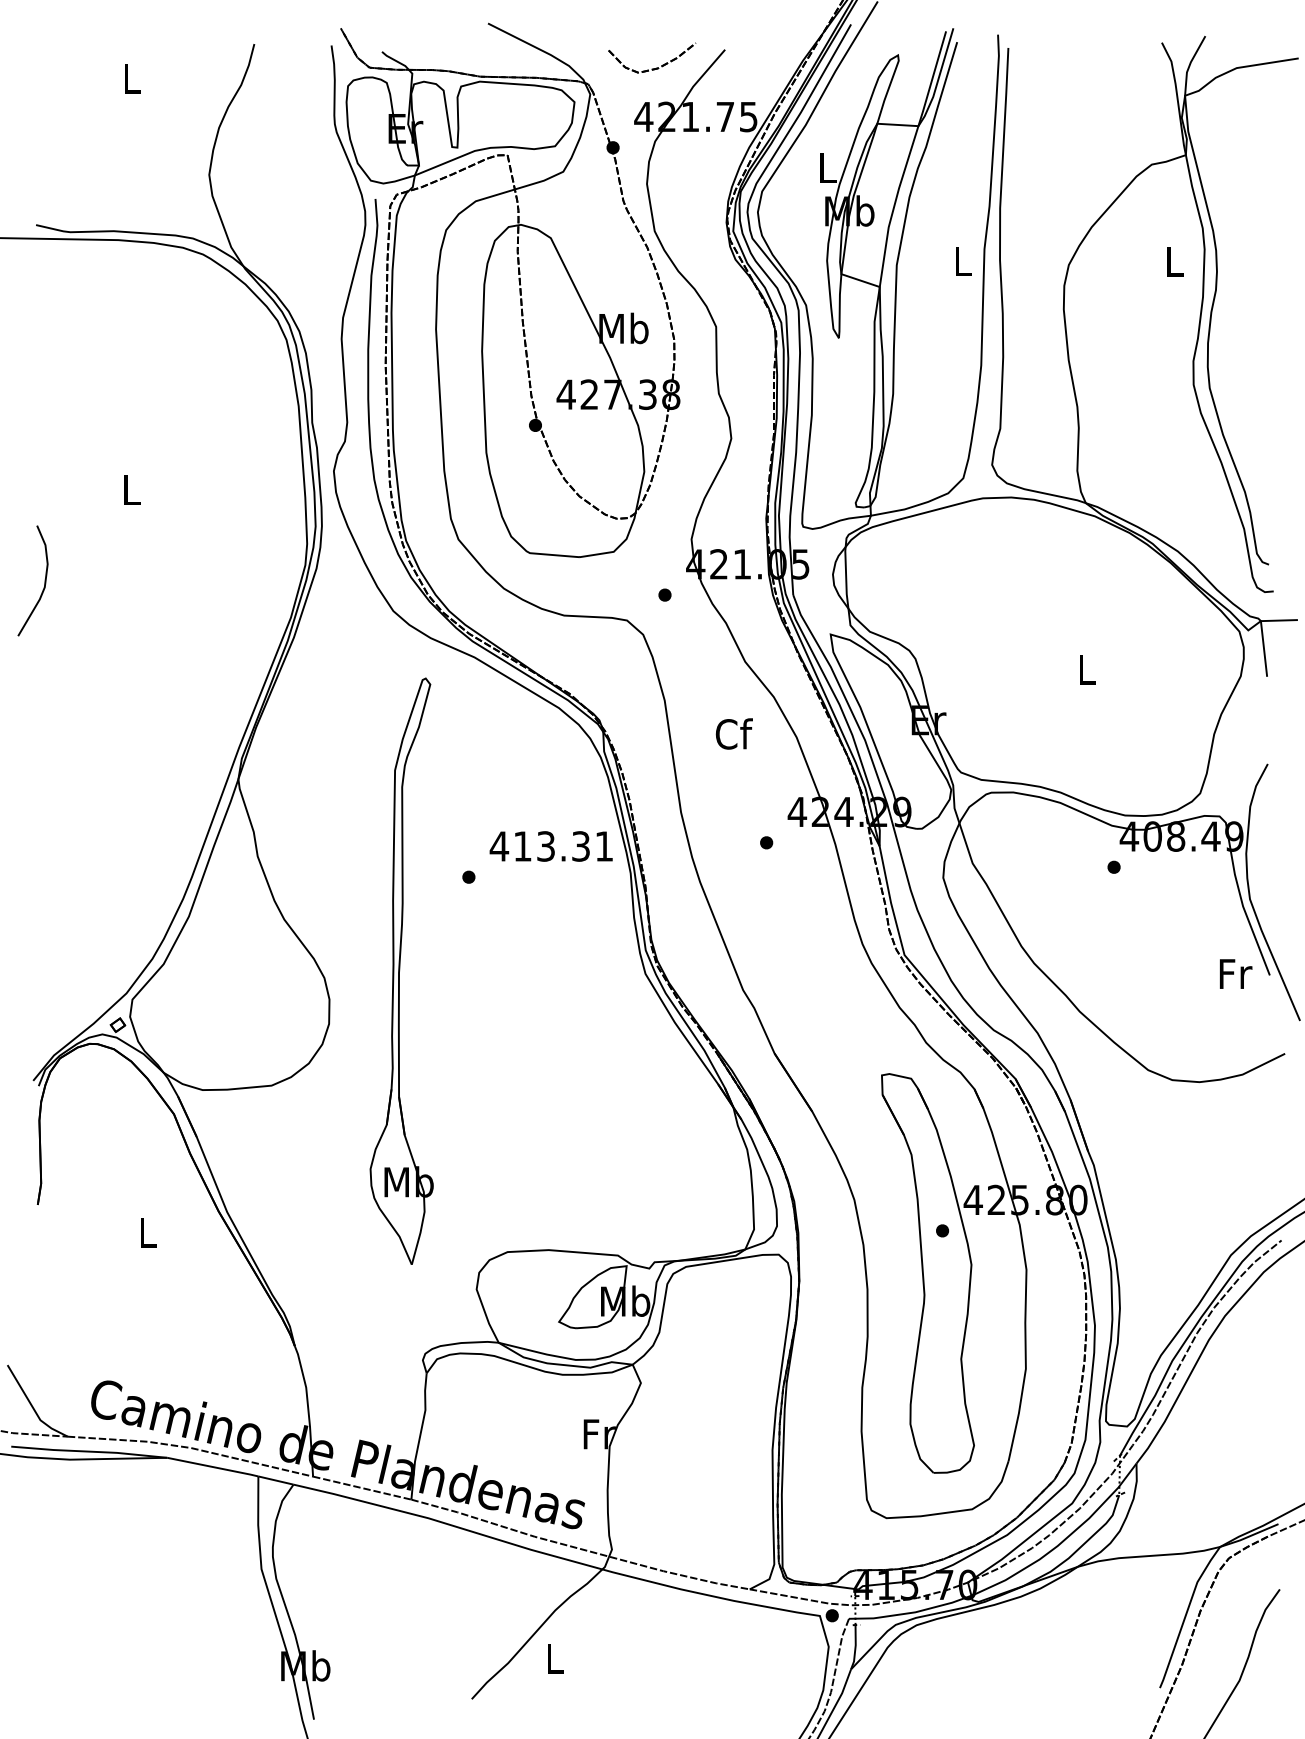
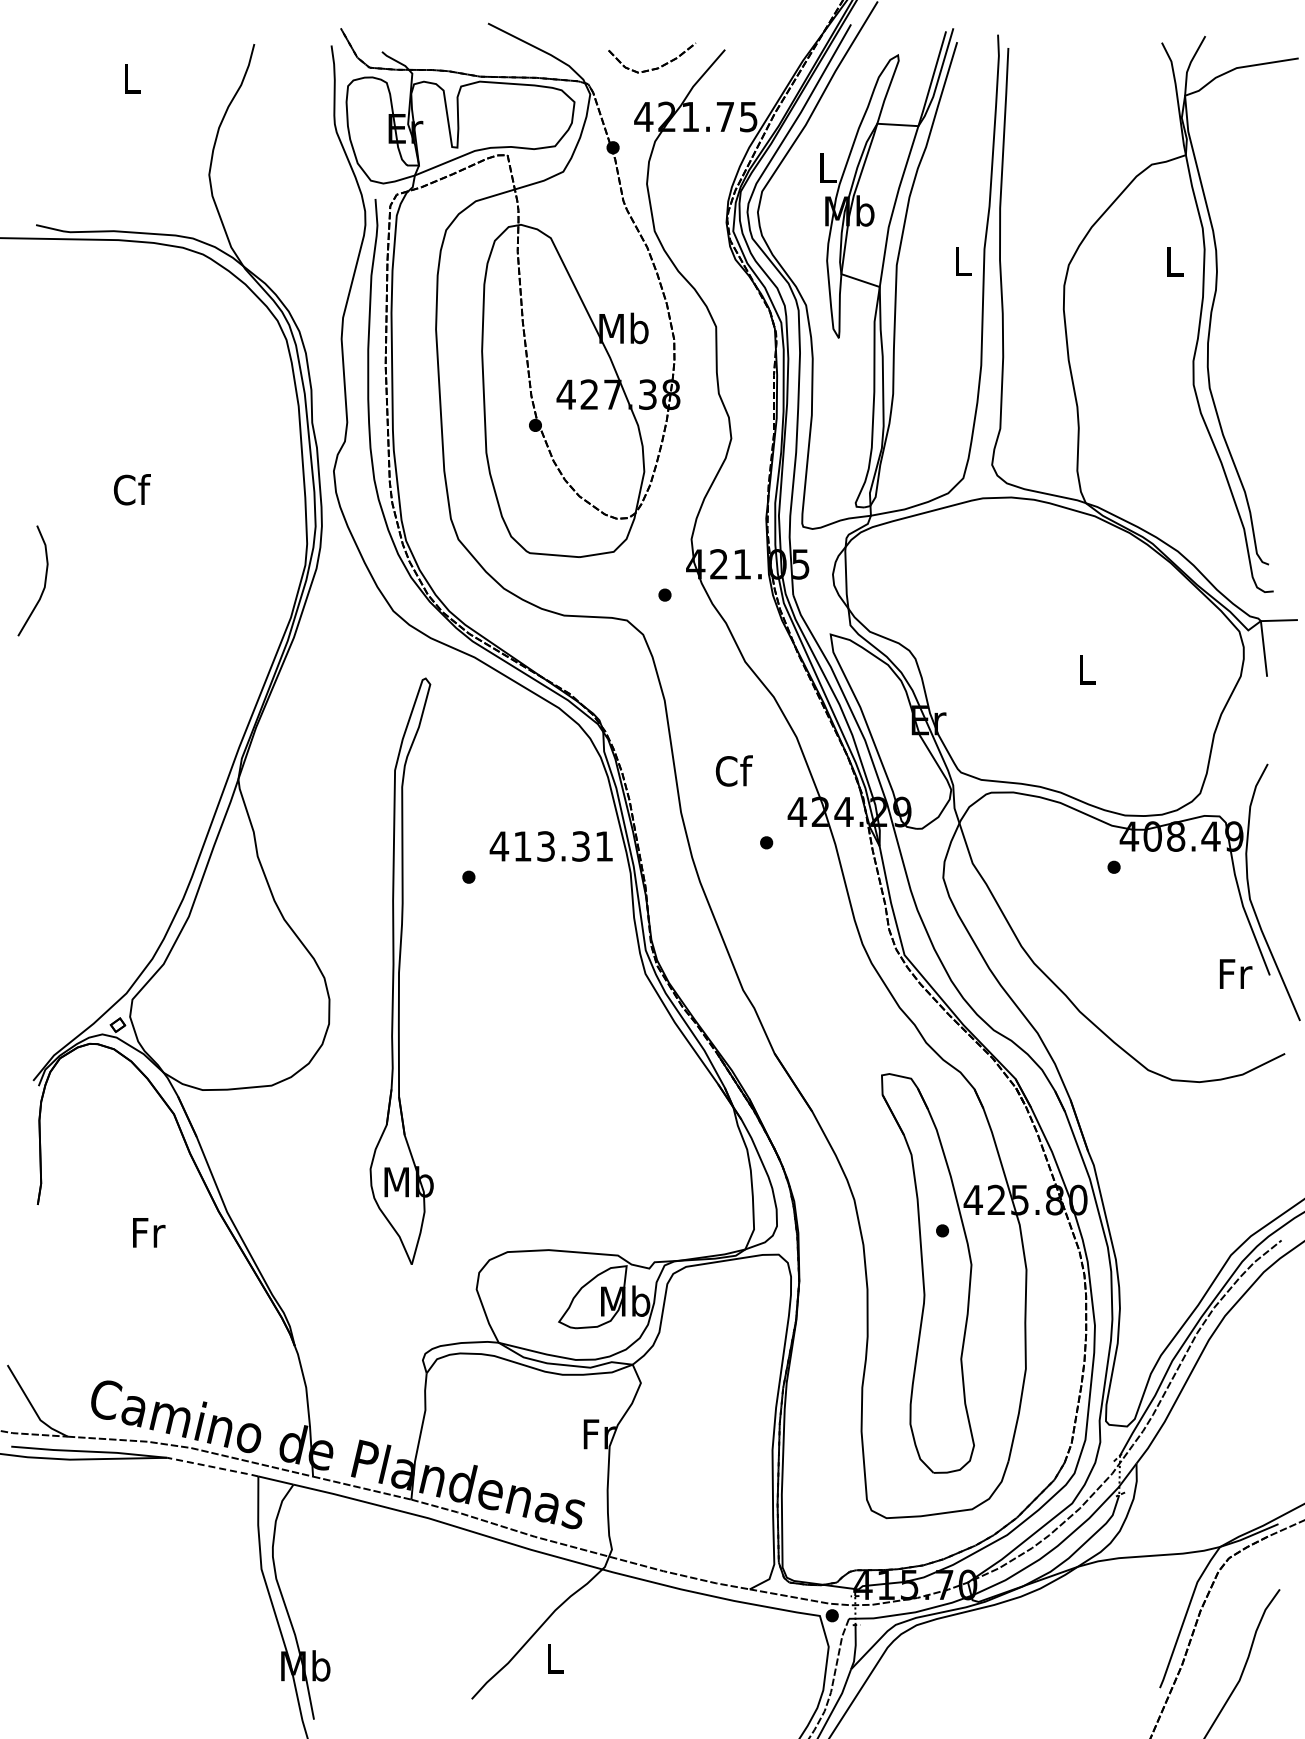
text at (131, 489): L -> Cf
text at (733, 733) position: (733, 733) -> (733, 770)
text at (149, 1232): L -> Fr
line at (212, 1467): solid -> dashed
